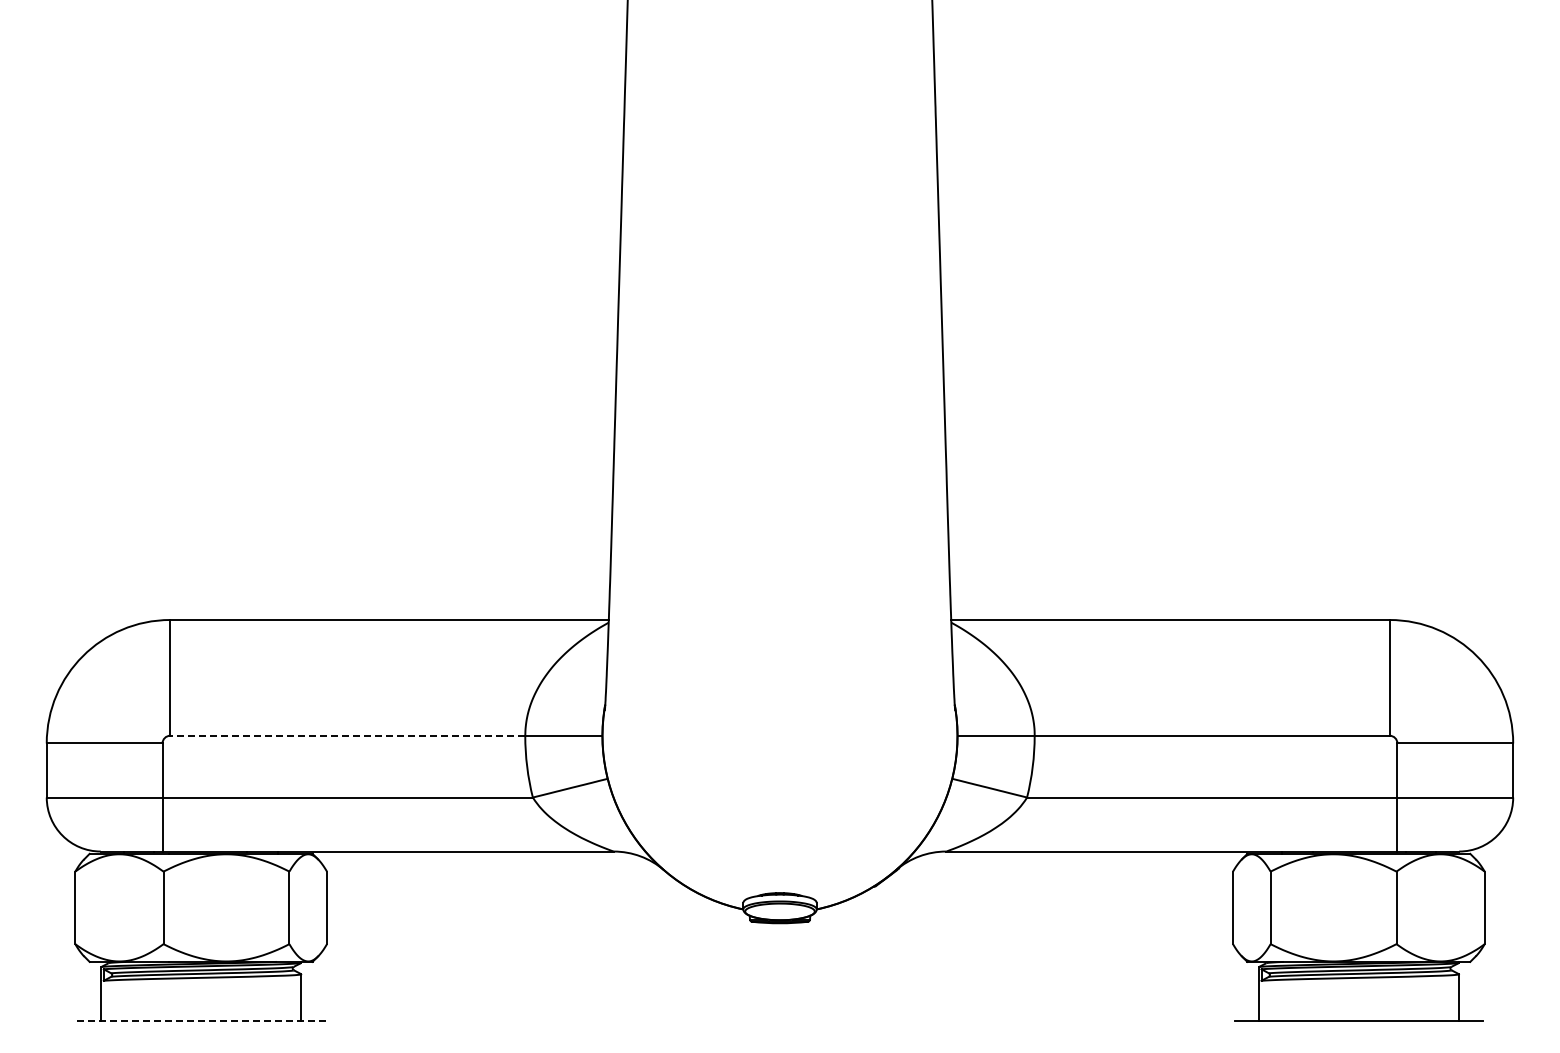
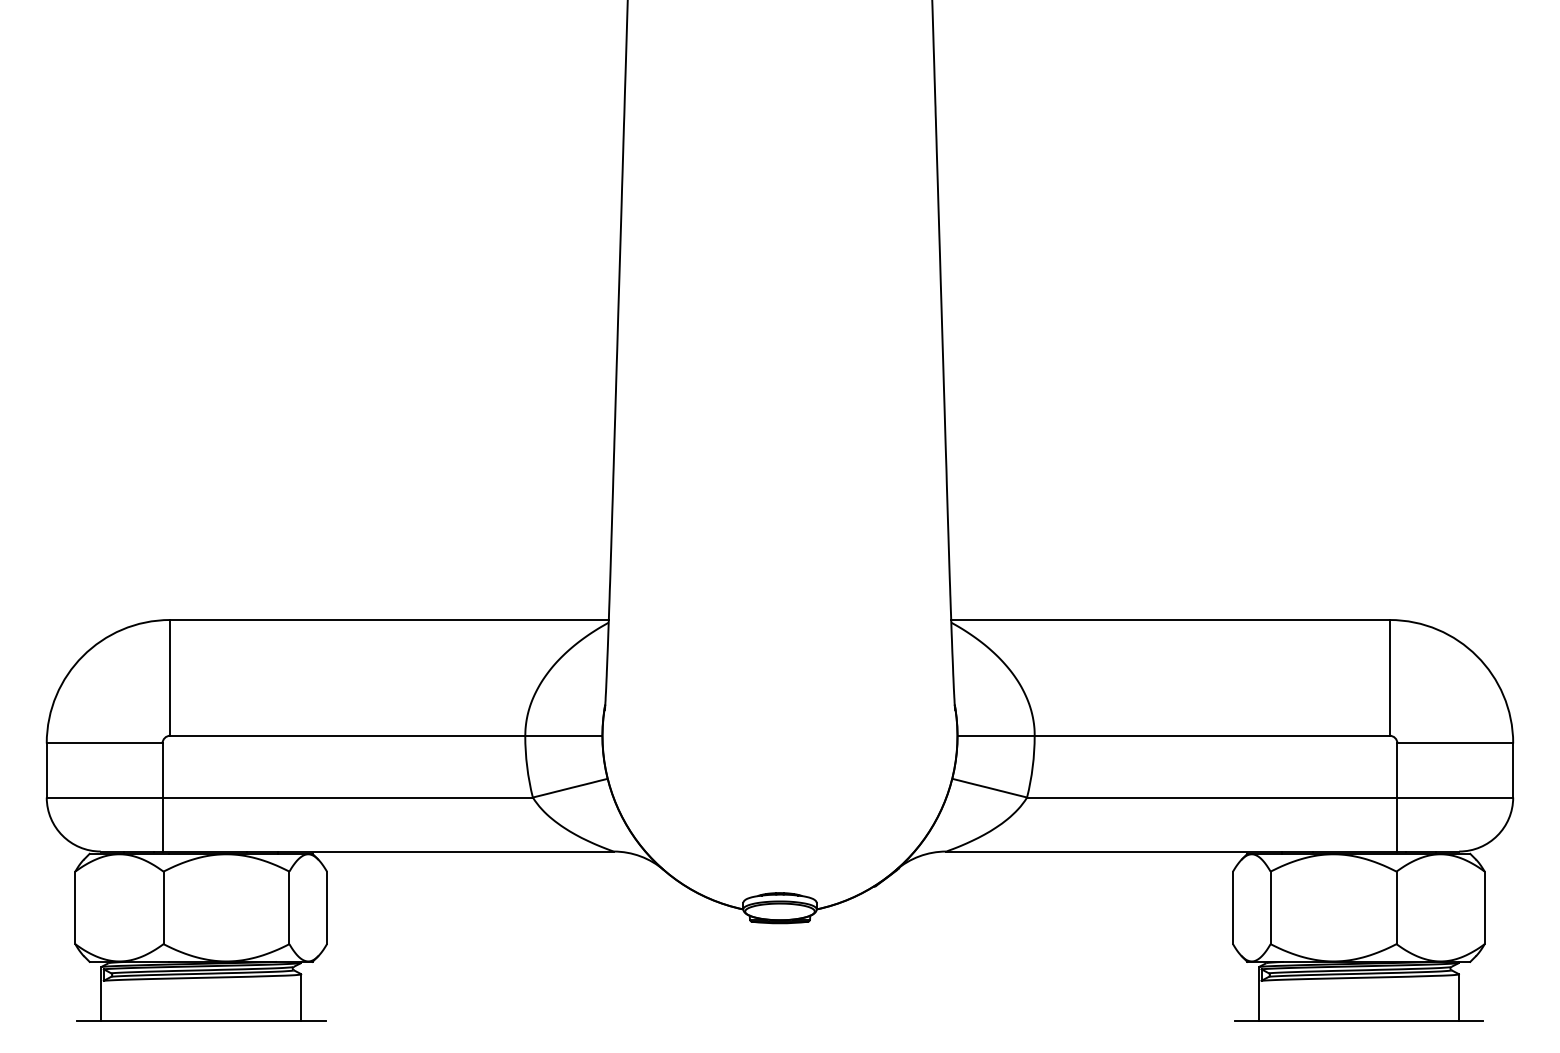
line at (347, 735): dashed -> solid
line at (201, 1021): dashed -> solid
